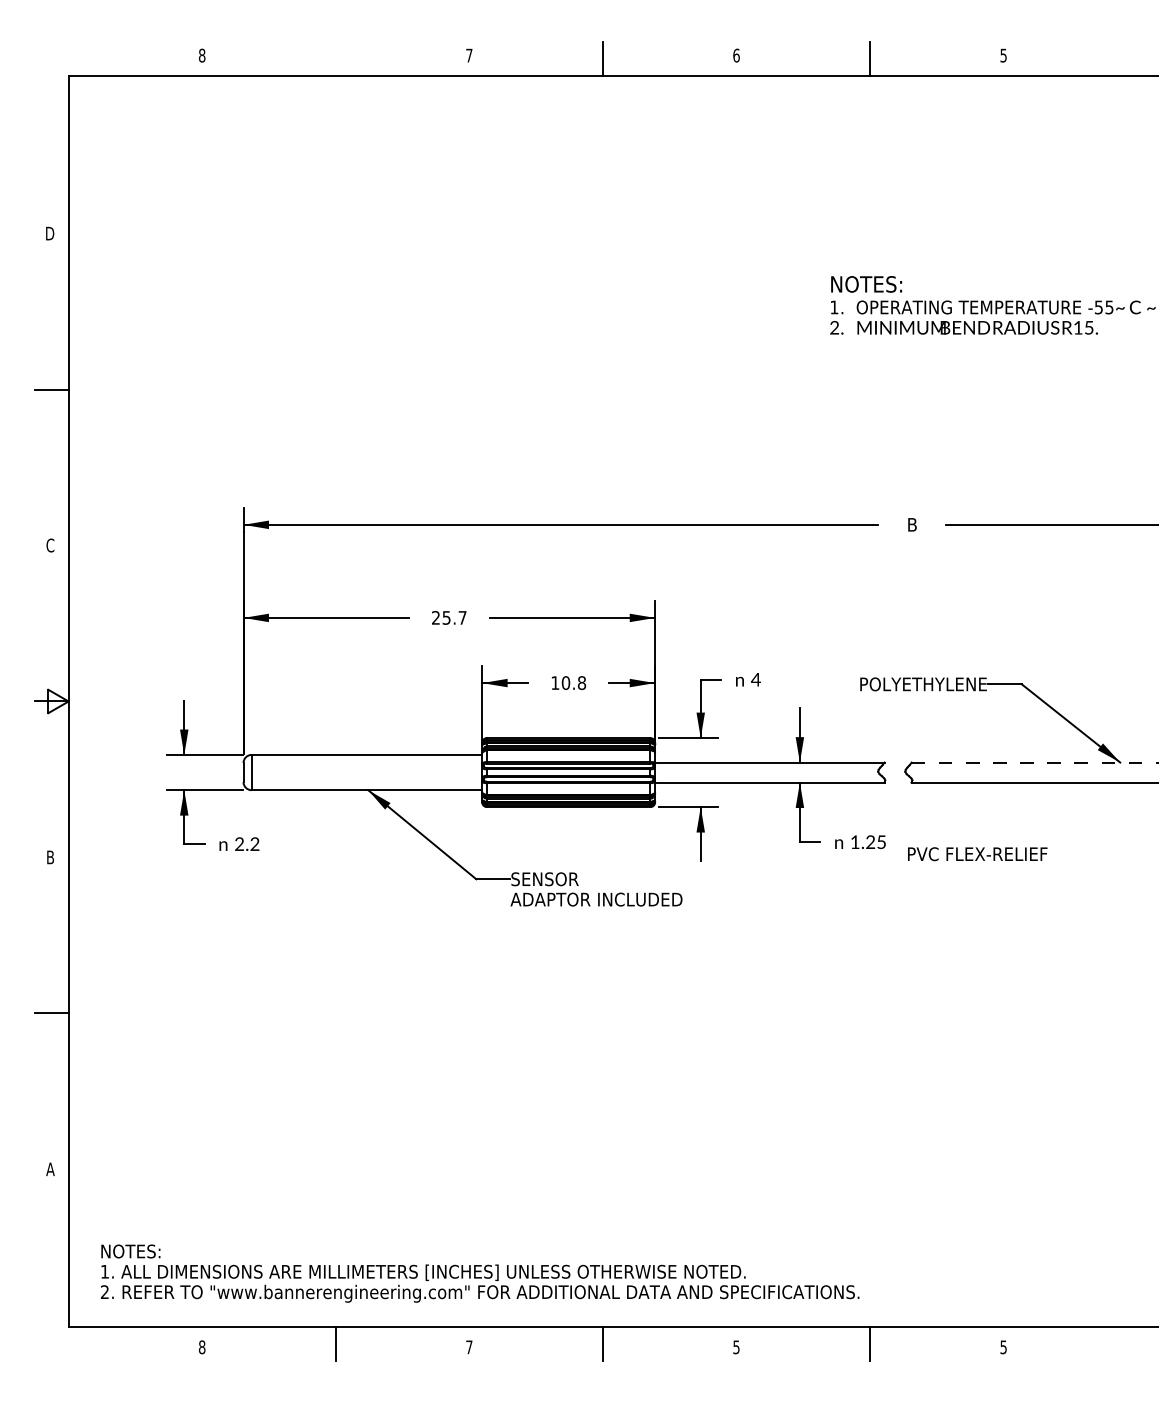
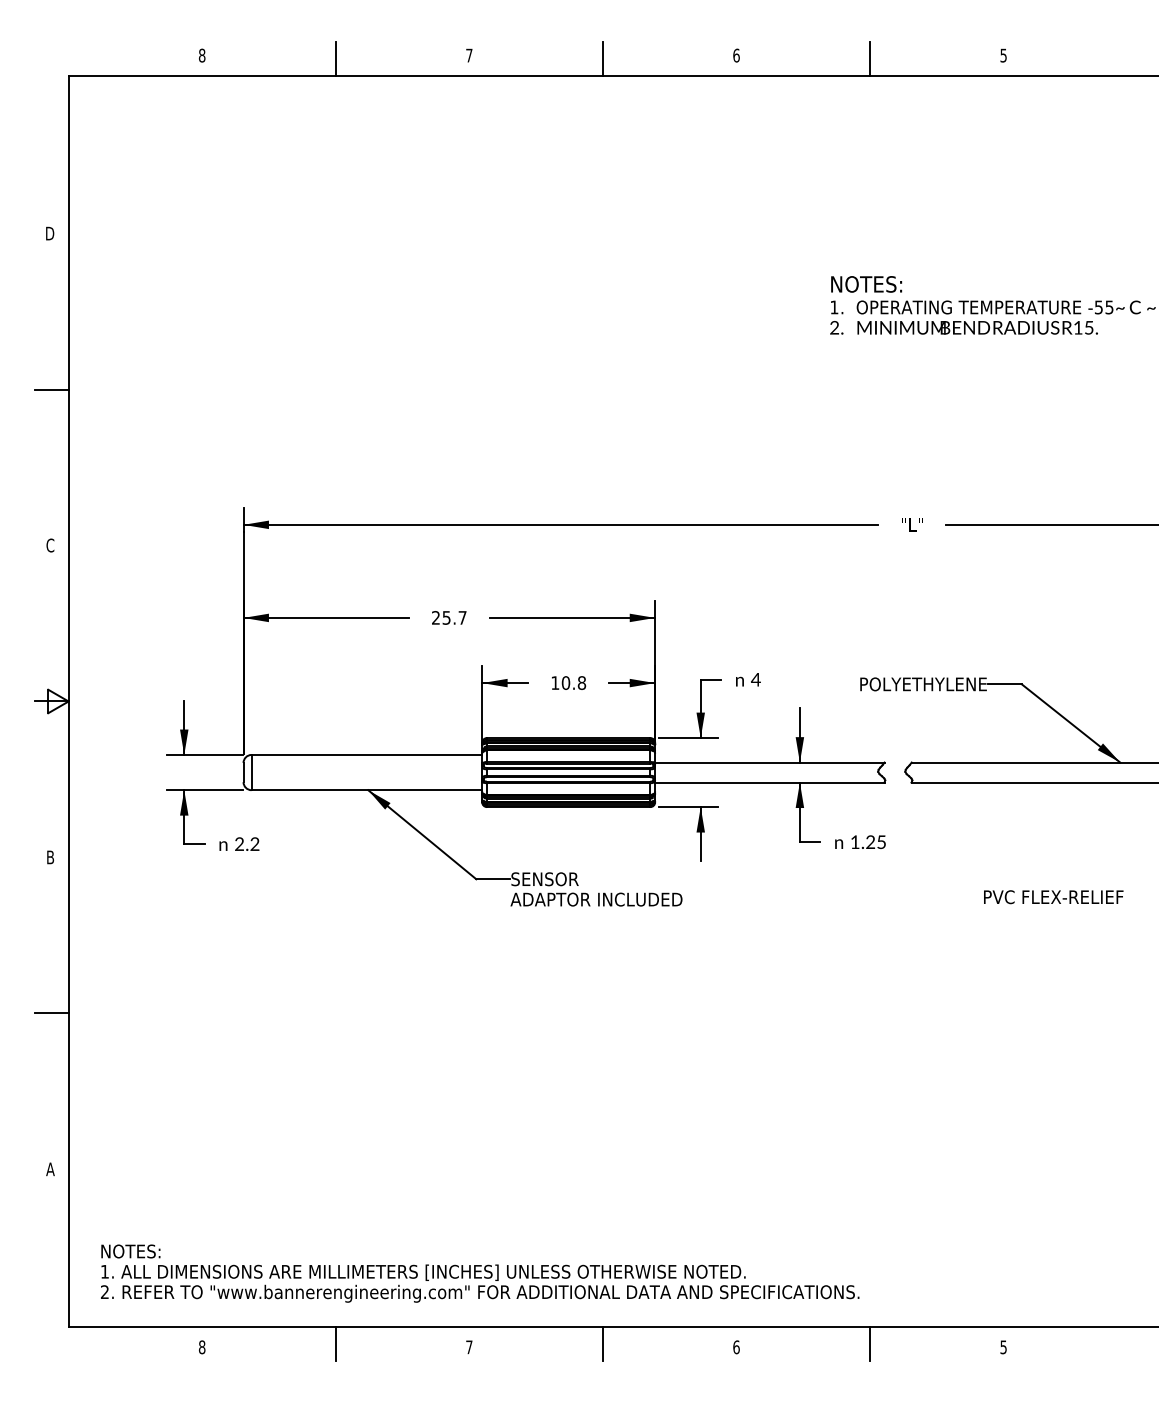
line at (335, 58): none -> present
text at (912, 524): B -> "L"
line at (1035, 762): dashed -> solid
text at (977, 854) position: (977, 854) -> (1053, 897)
text at (736, 1347): 5 -> 6
